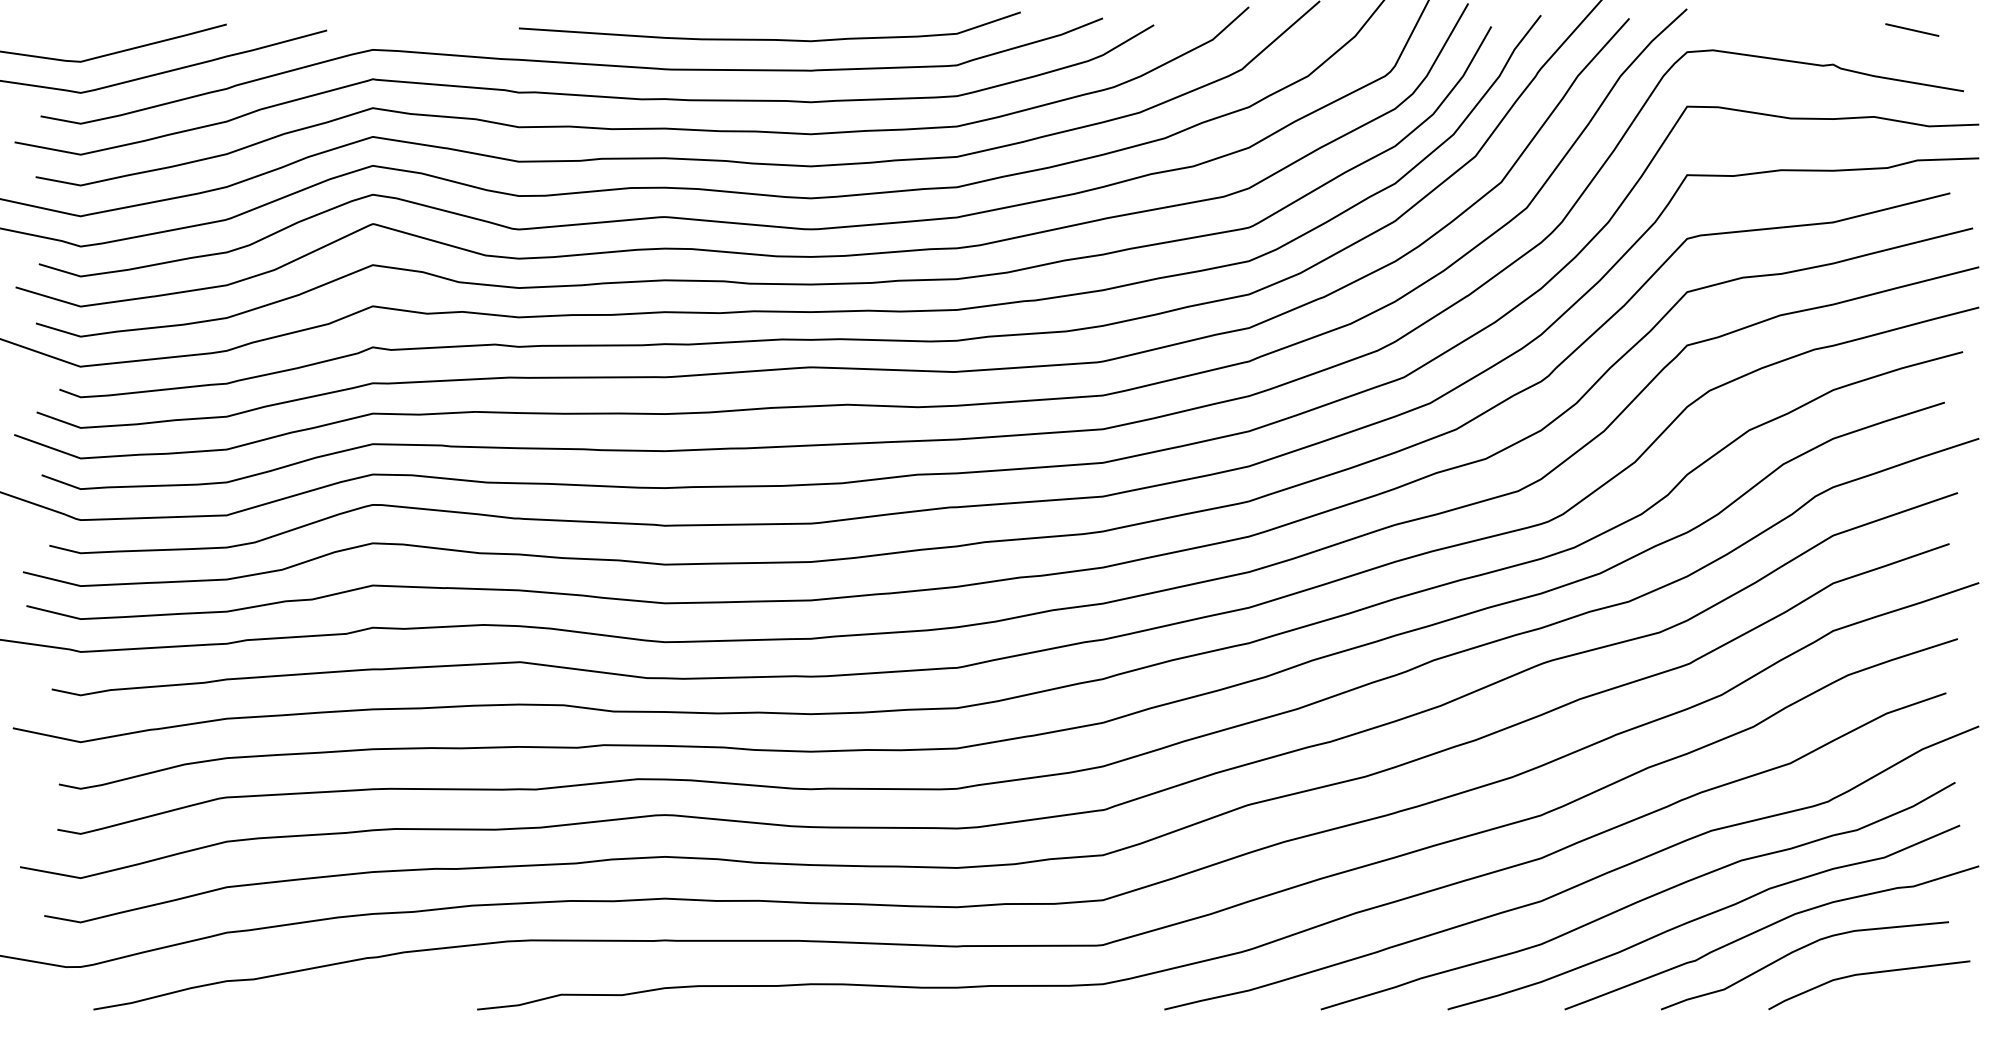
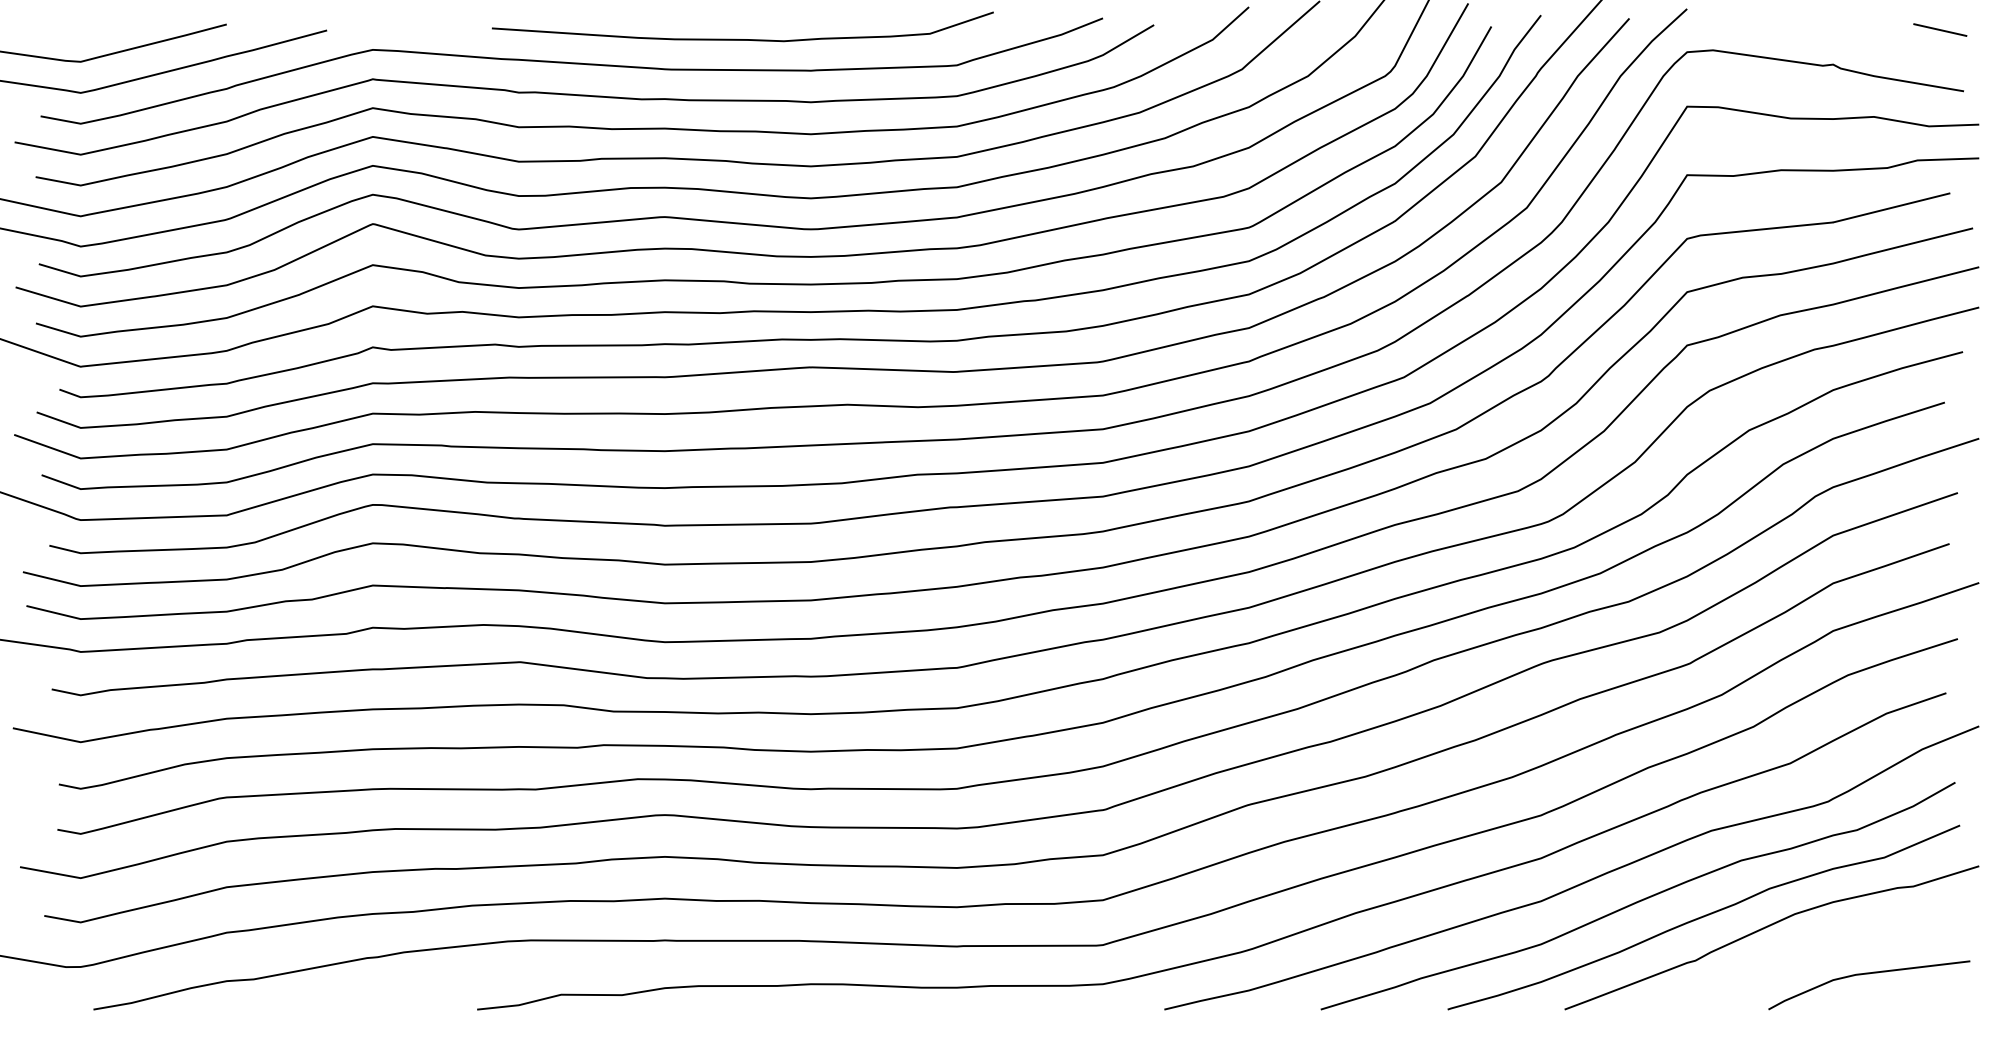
line at (1912, 29) position: (1912, 29) -> (1940, 29)
curve at (769, 39) position: (769, 39) -> (742, 39)
curve at (1796, 951): present -> none
